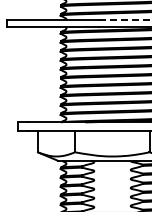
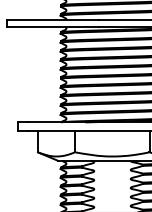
line at (125, 19): dashed -> solid
